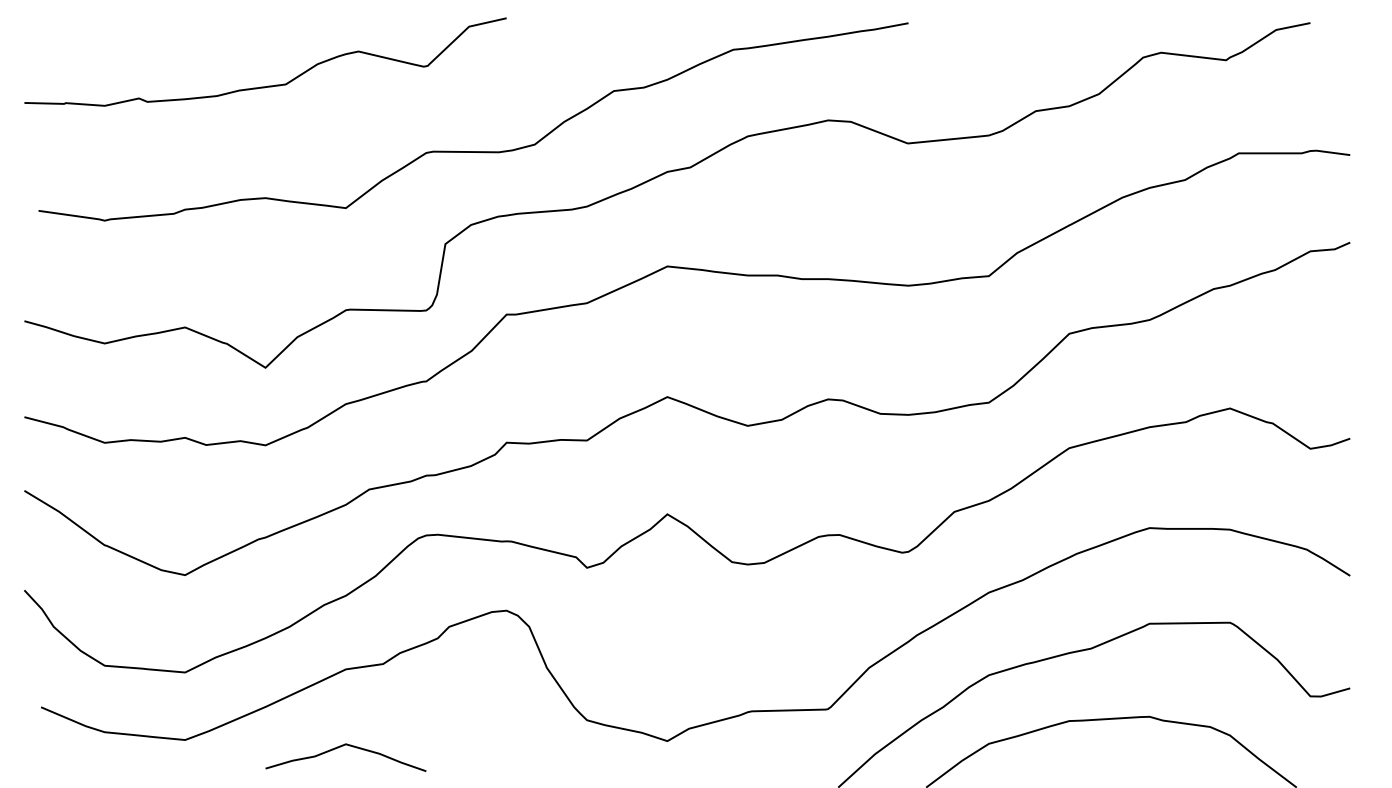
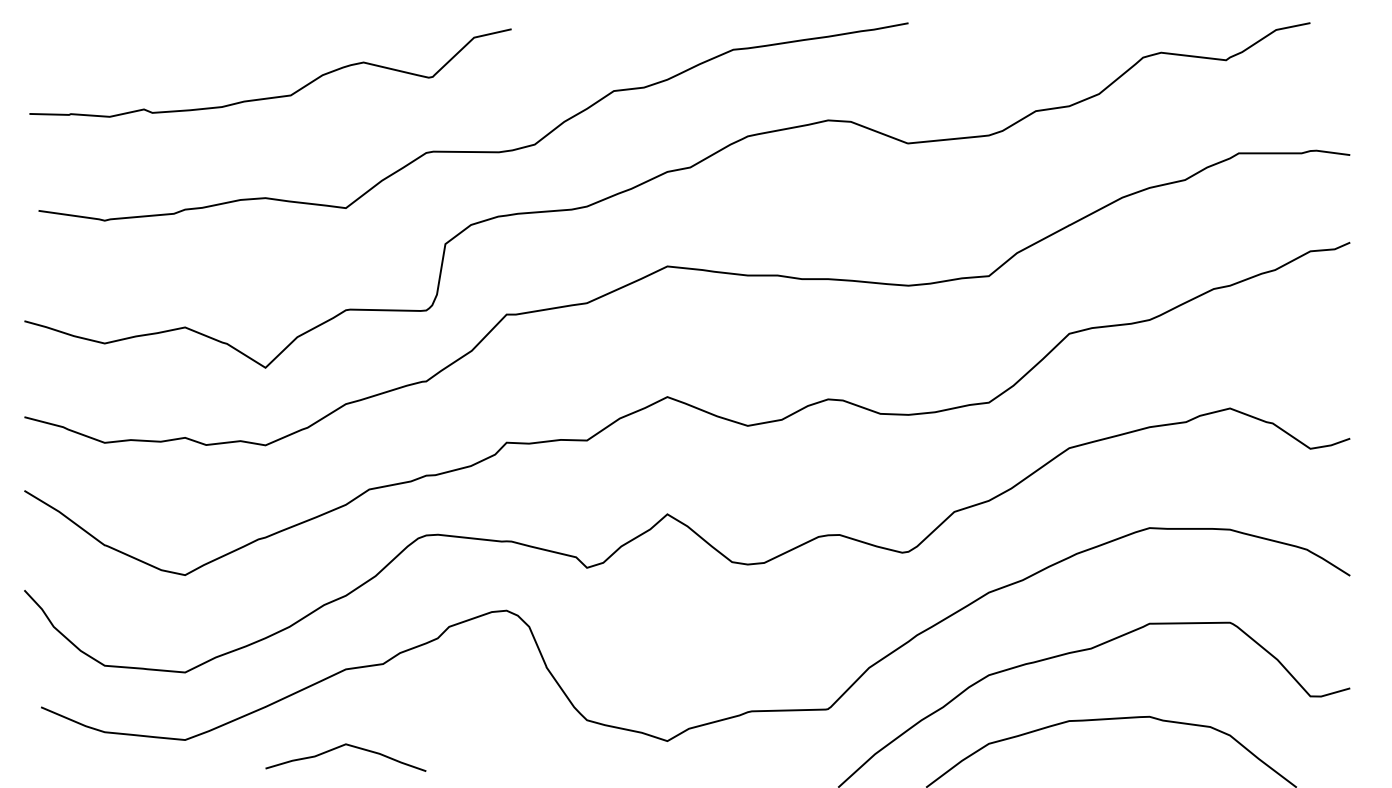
curve at (268, 85) position: (268, 85) -> (273, 96)
